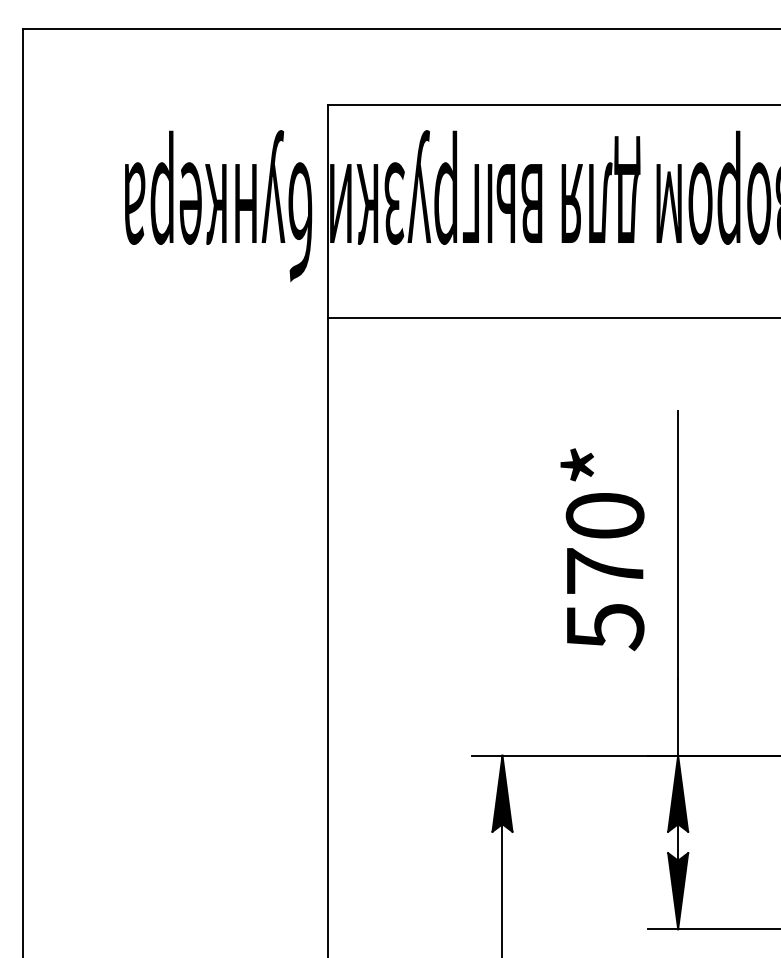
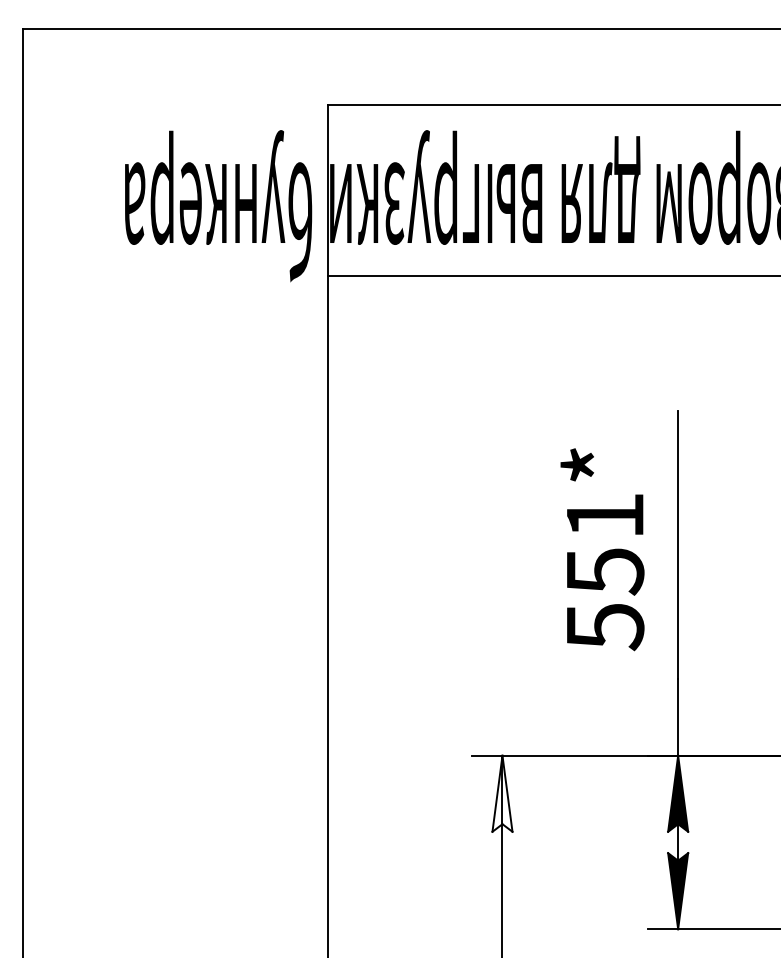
line at (552, 318) position: (552, 318) -> (552, 276)
text at (604, 544): 570* -> 551*
fill at (502, 793): present -> none
